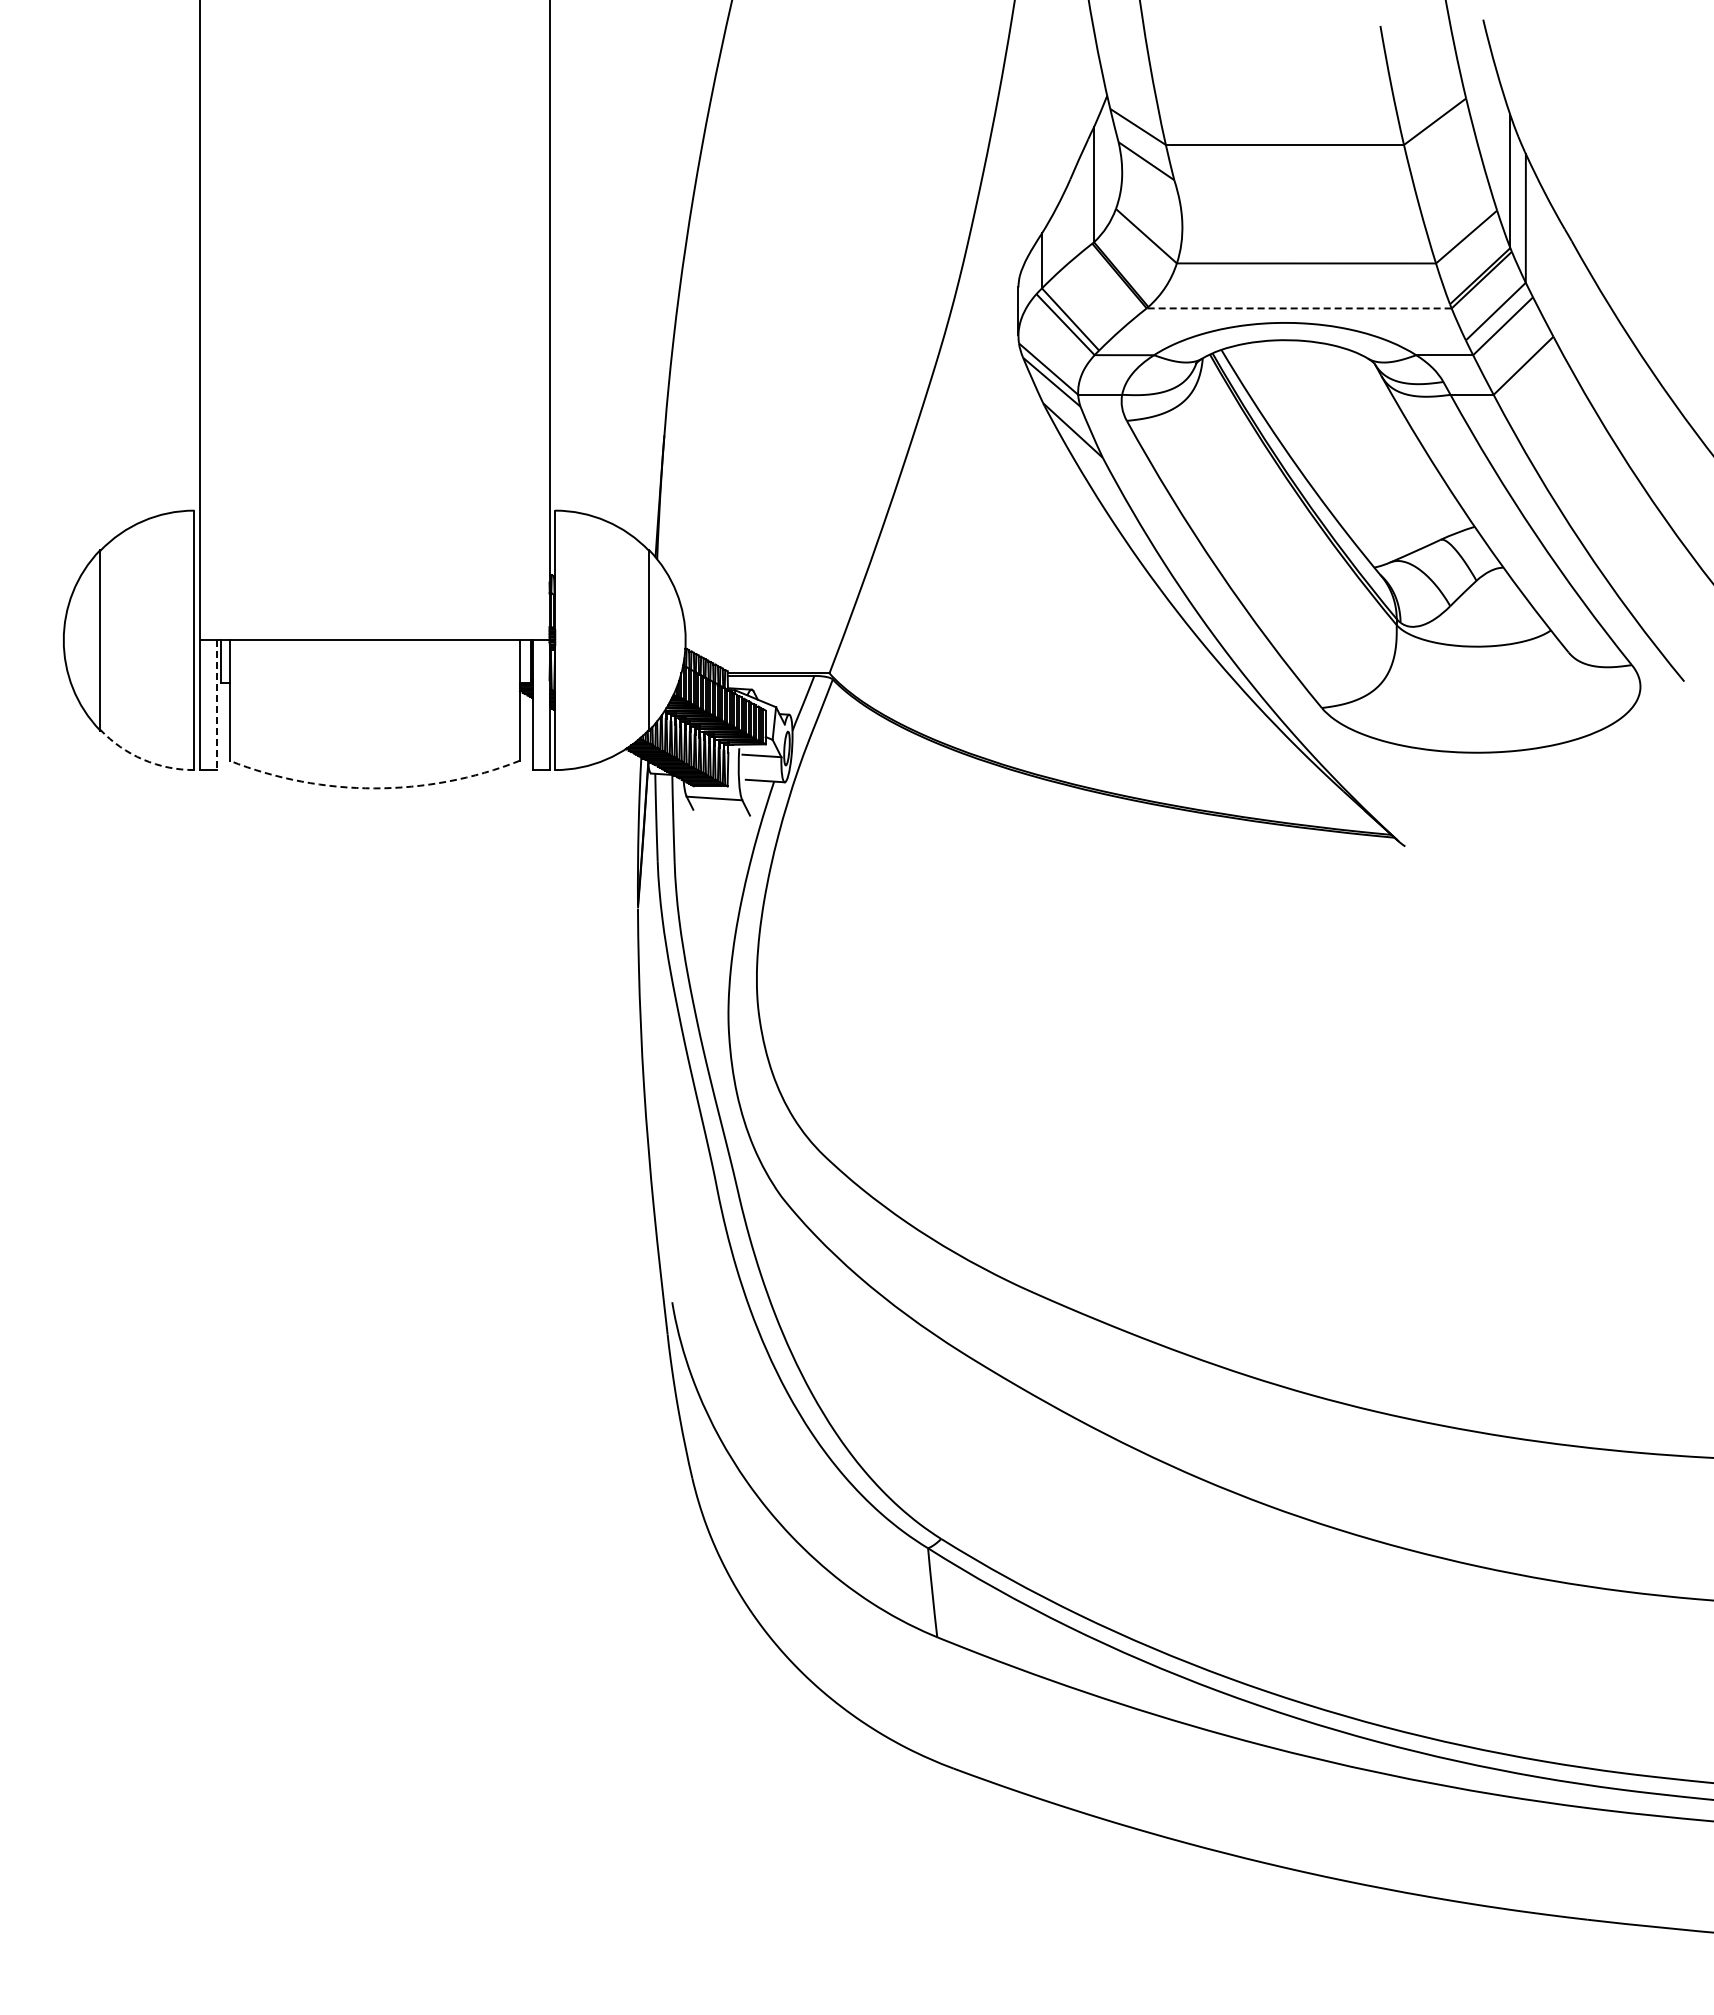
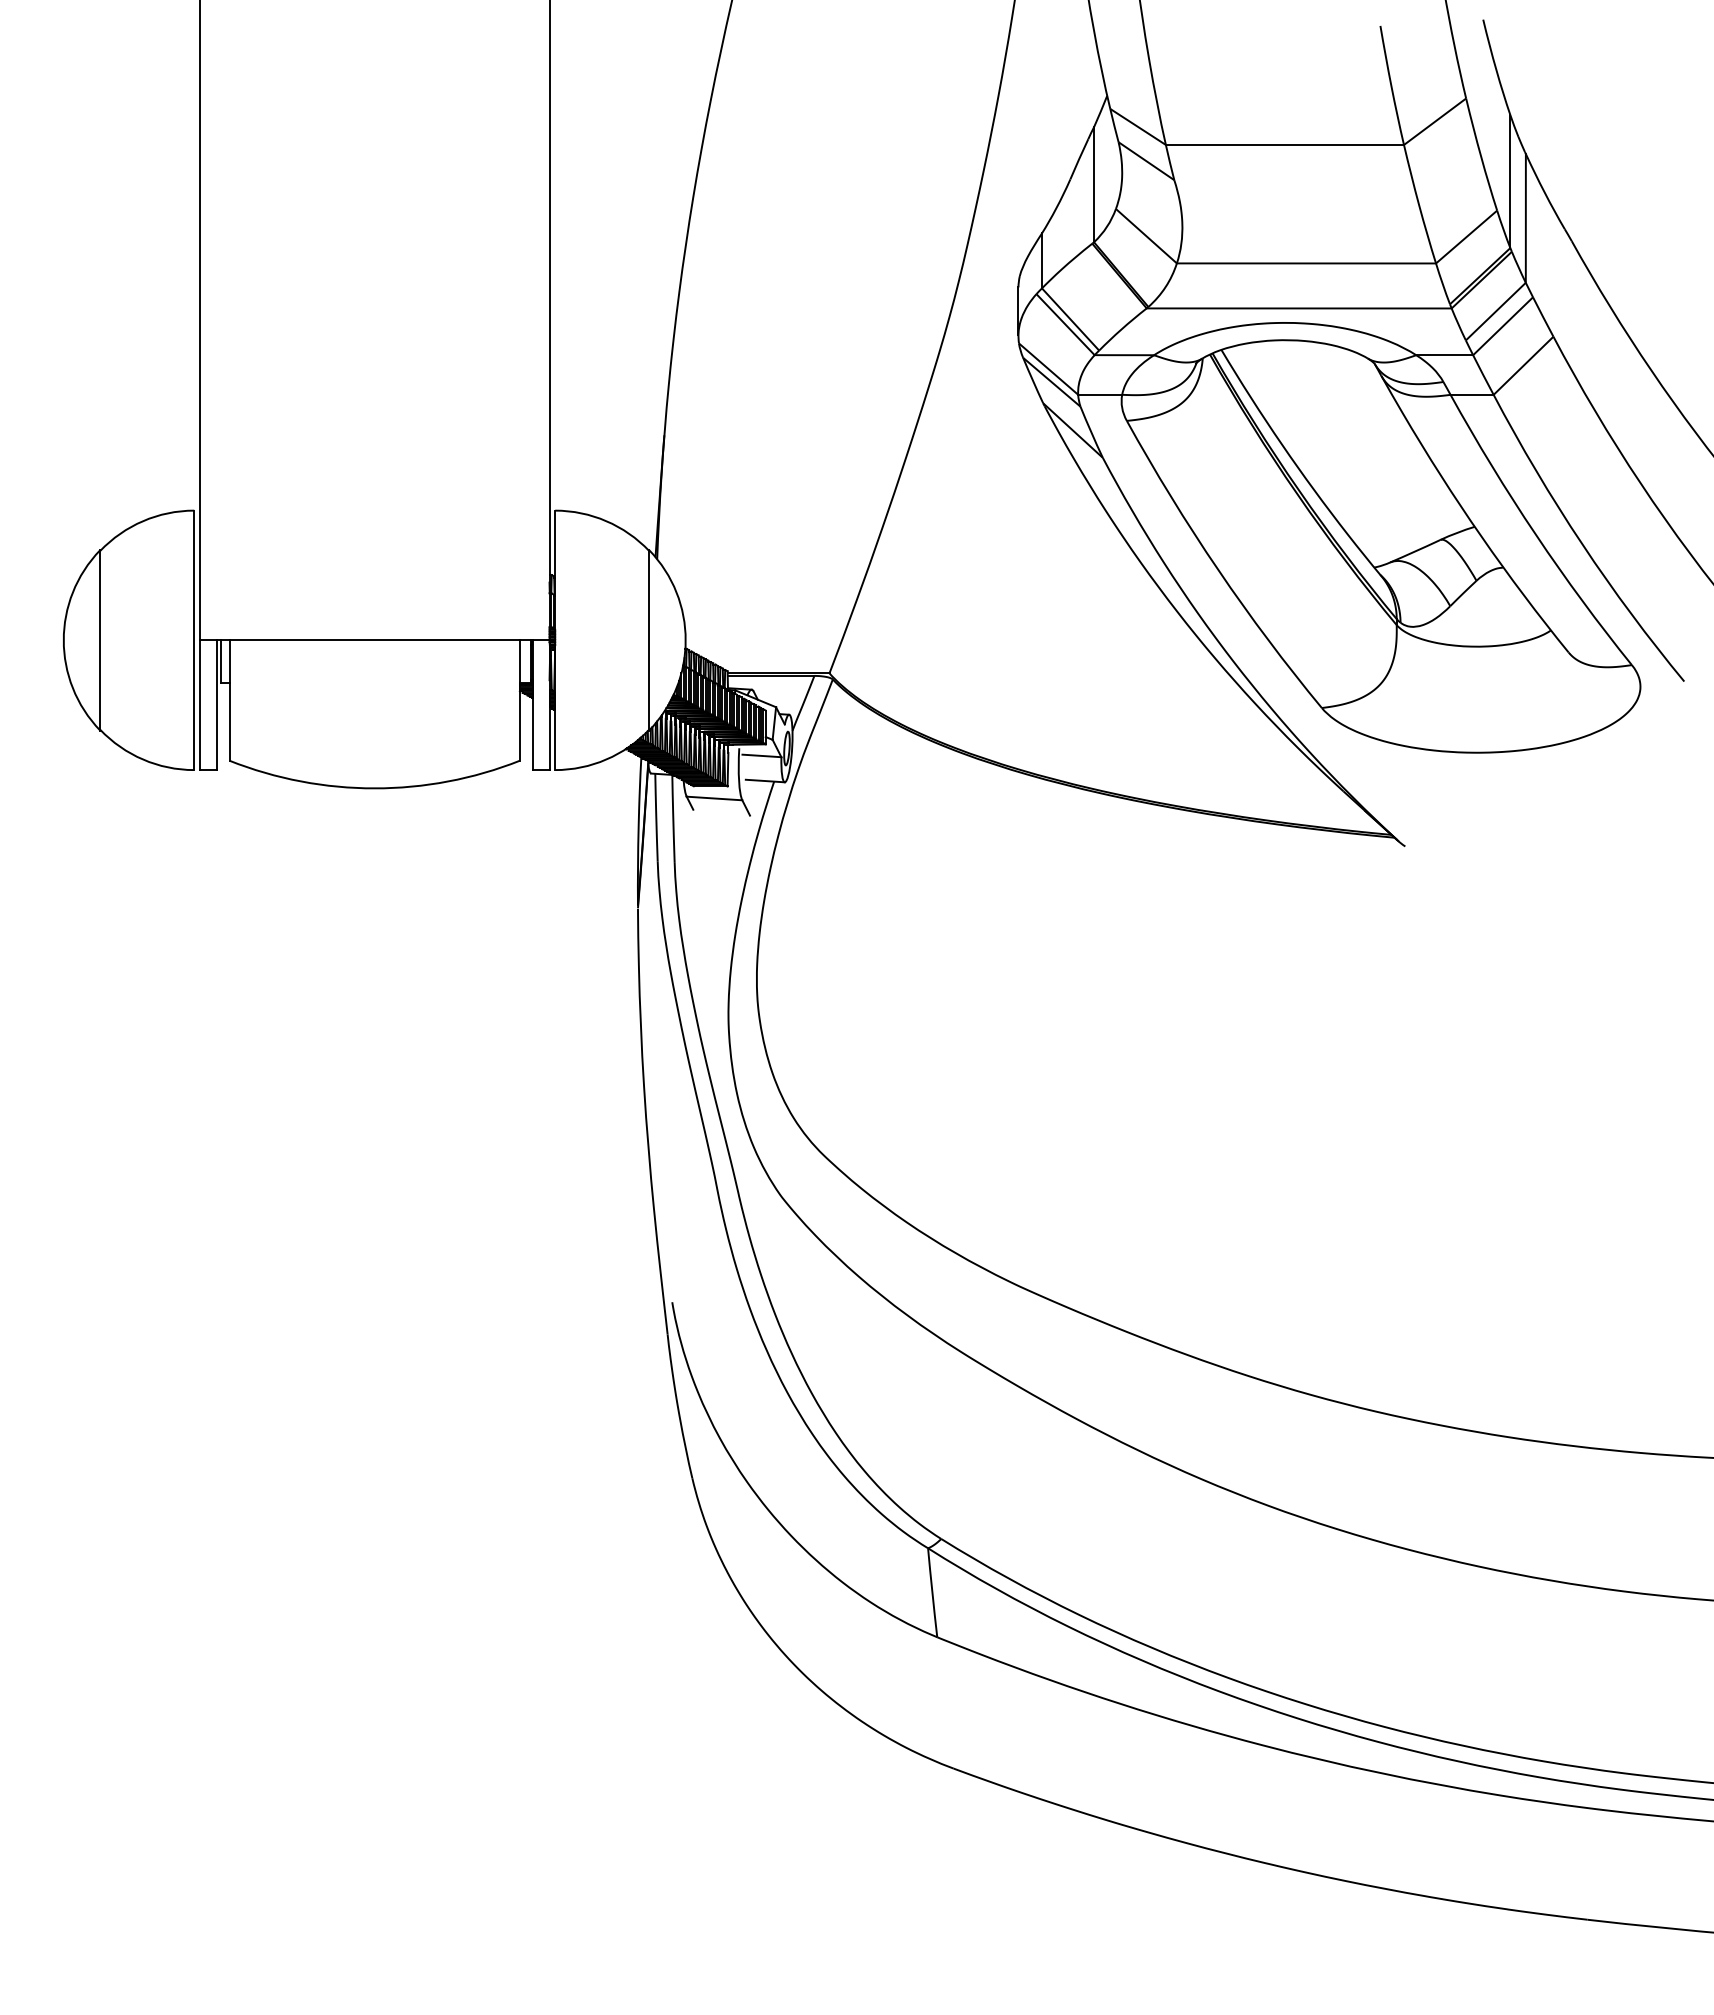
line at (1298, 308): dashed -> solid
line at (216, 705): dashed -> solid
arc at (143, 759): dashed -> solid
arc at (374, 788): dashed -> solid
